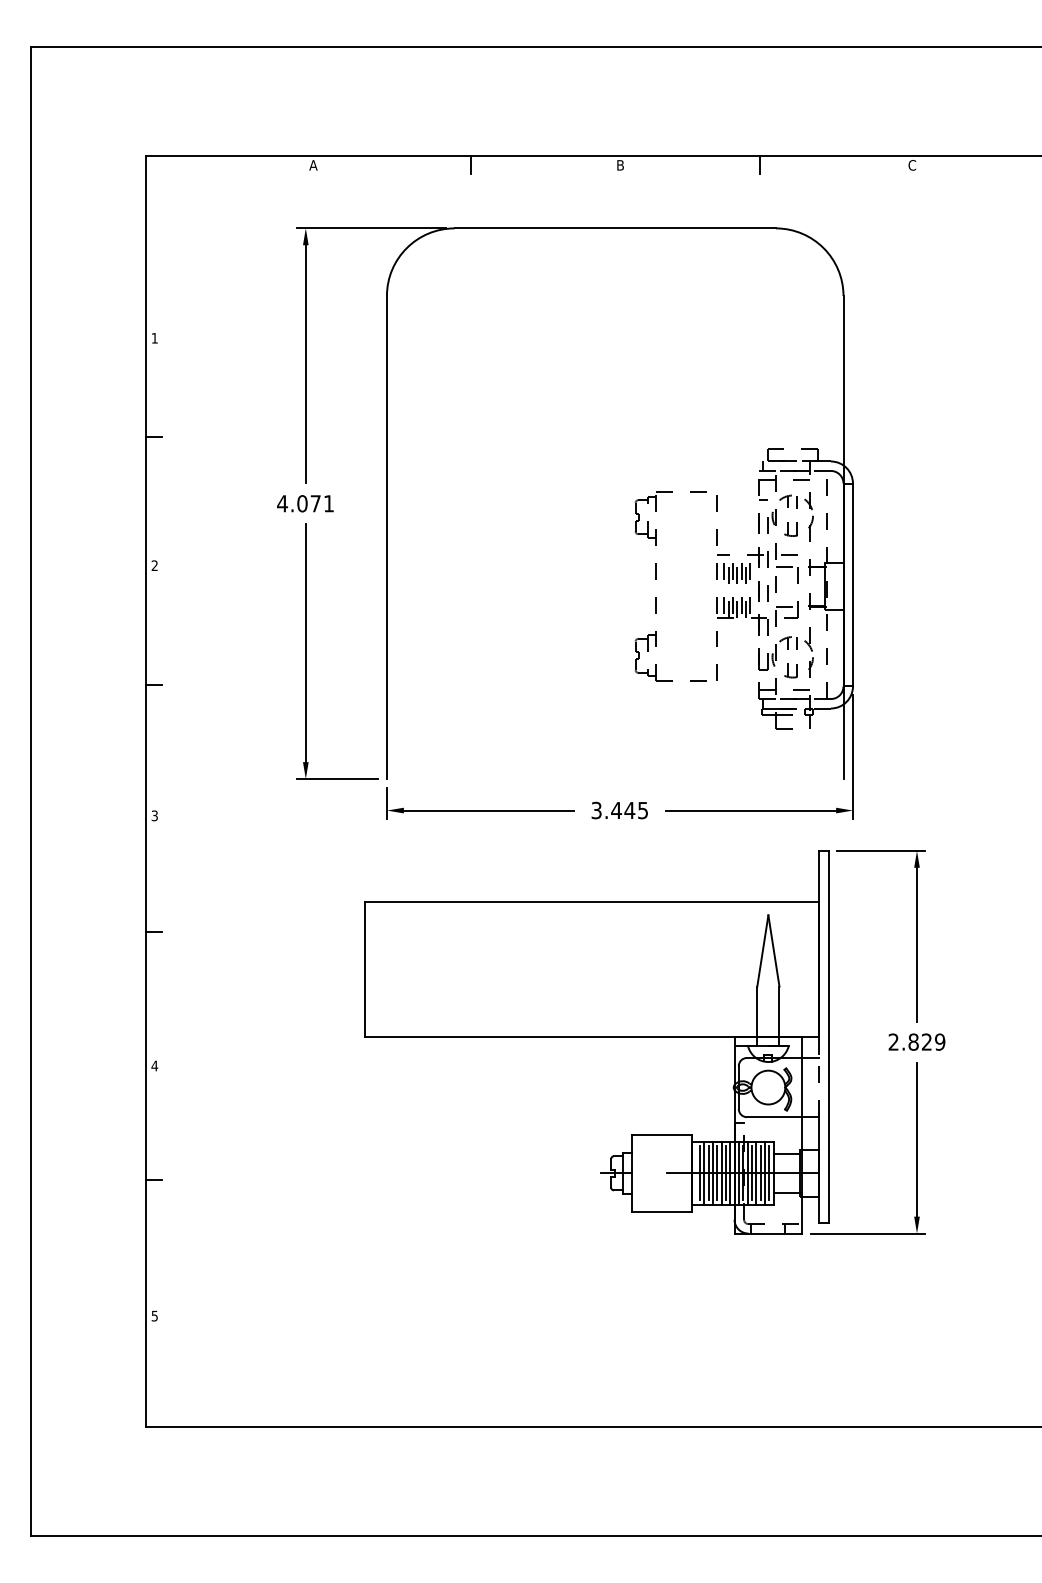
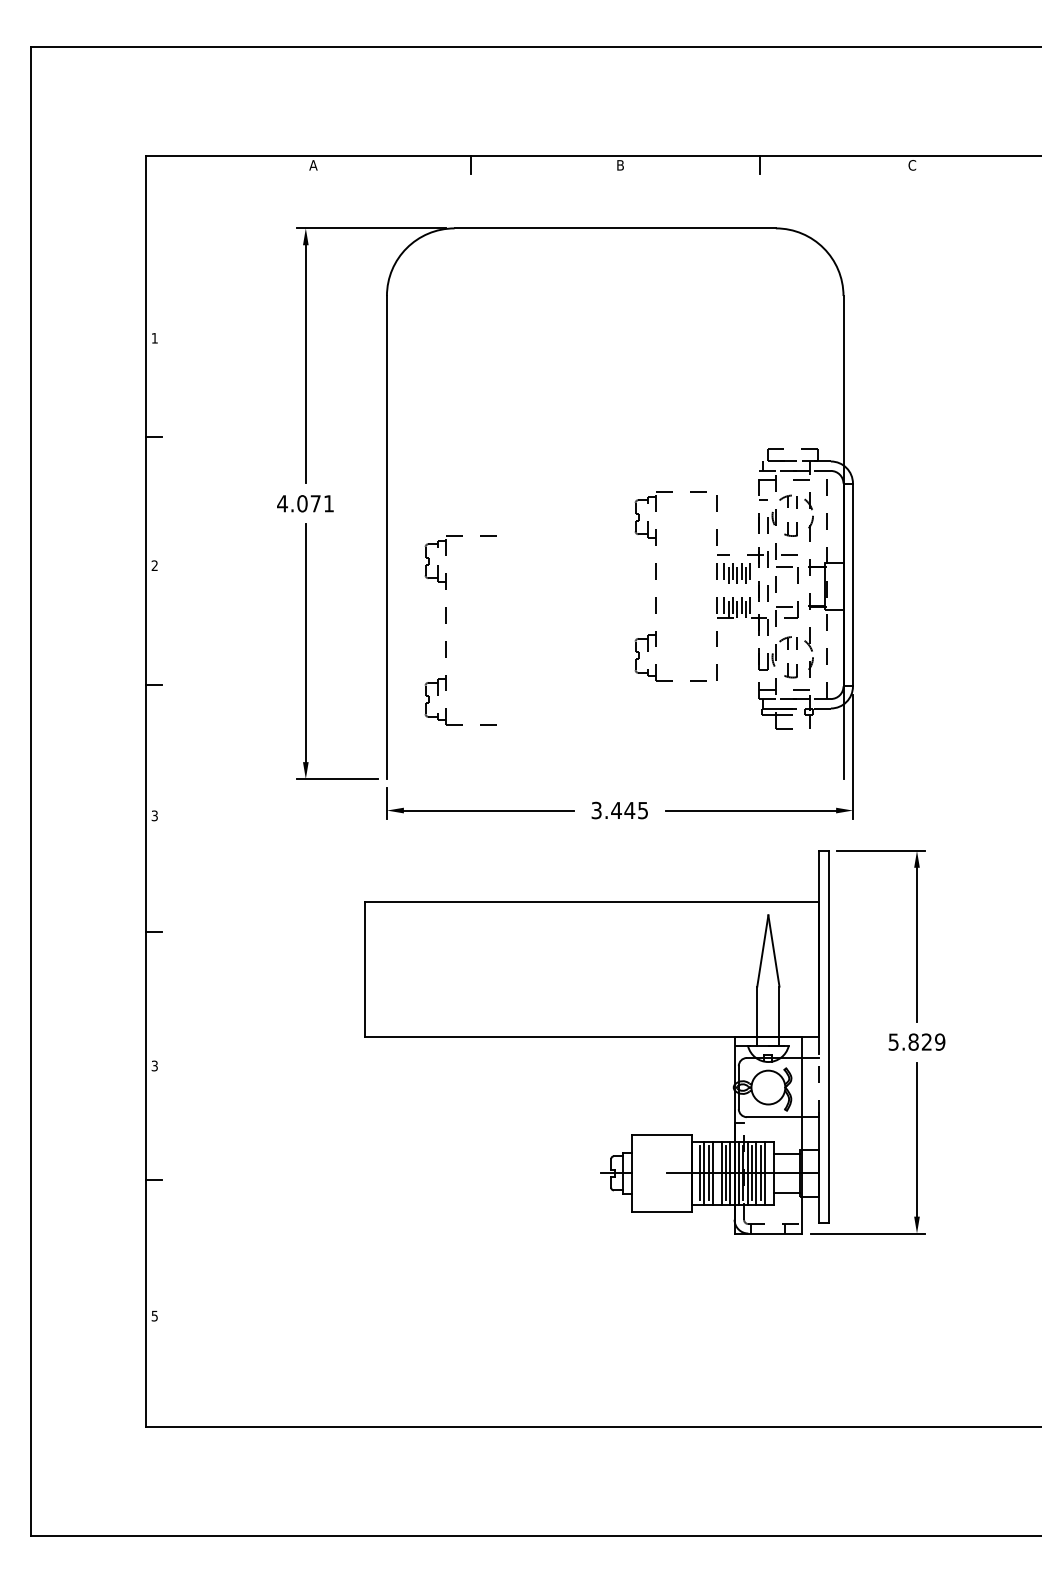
part at (446, 623): none -> present
text at (893, 1041): 2.829 -> 5.829
text at (154, 1065): 4 -> 3
line at (717, 1173): present -> none
line at (769, 1173): present -> none
